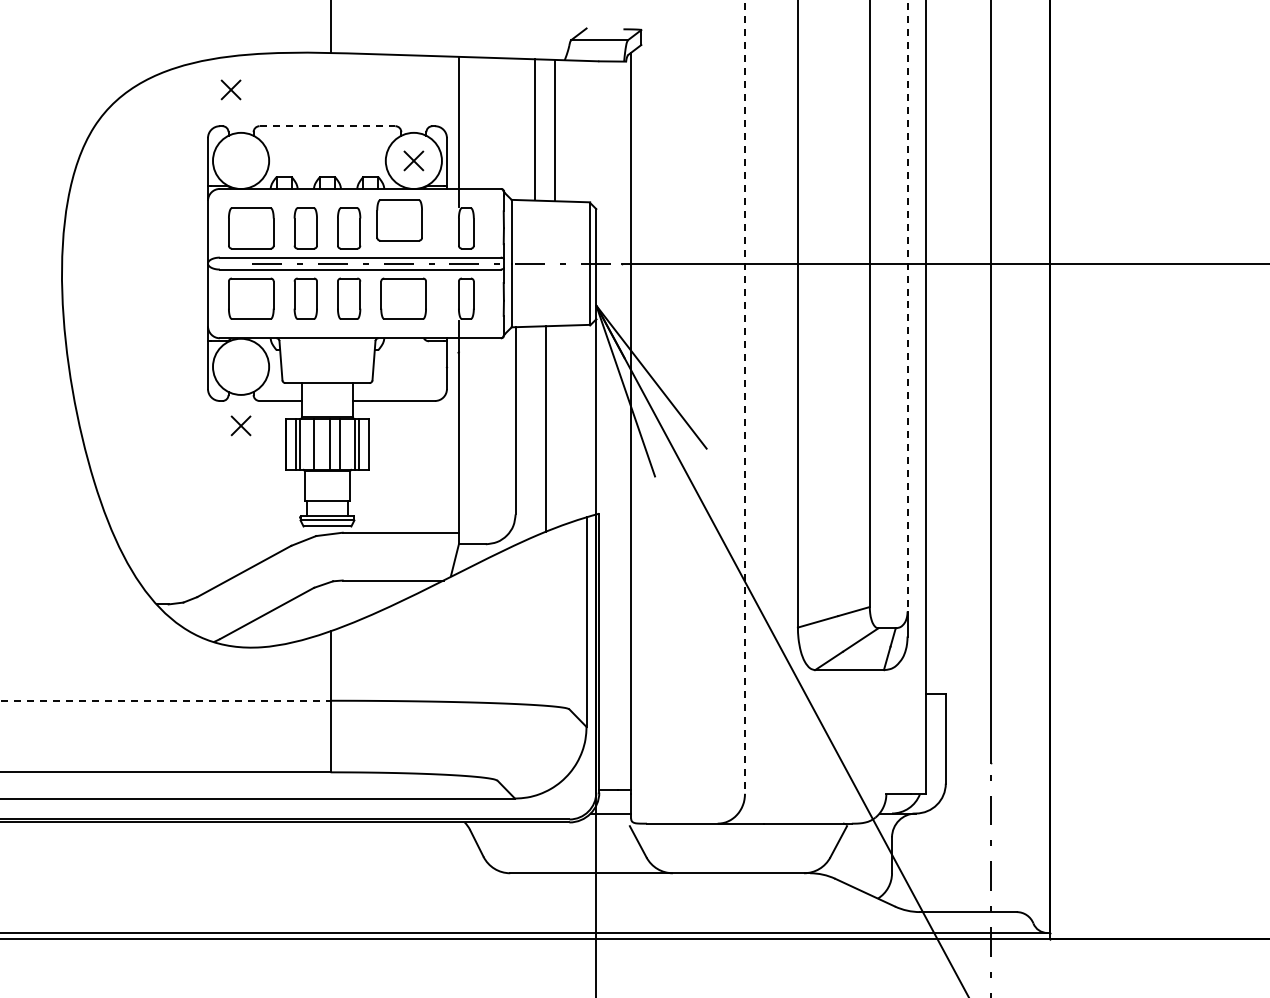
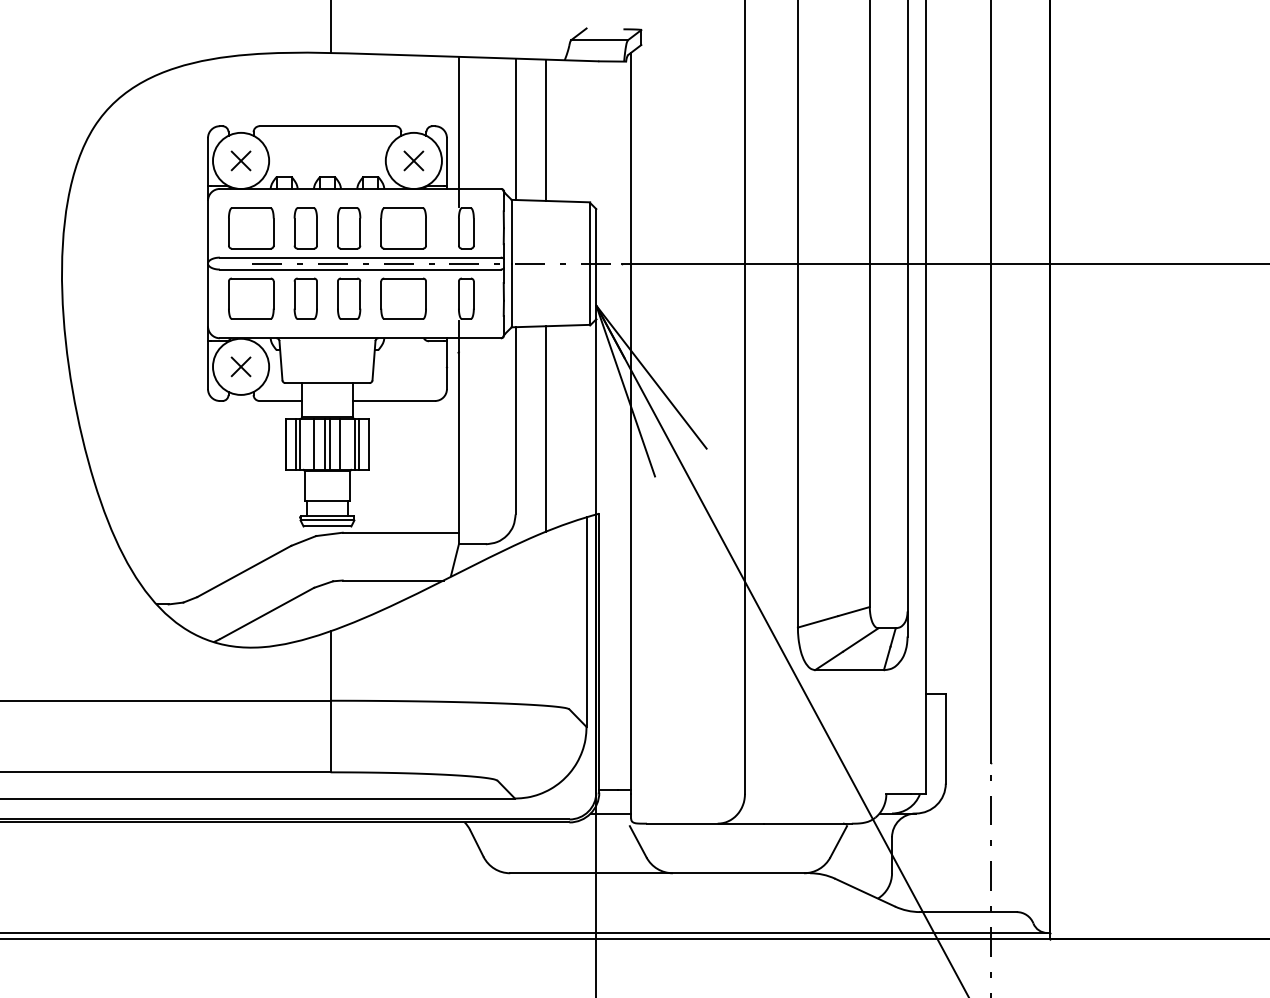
part at (230, 89) position: (230, 89) -> (240, 160)
line at (327, 126): dashed -> solid
line at (534, 129) position: (534, 129) -> (515, 129)
line at (554, 130) position: (554, 130) -> (545, 130)
part at (399, 220) position: (399, 220) -> (403, 228)
line at (907, 306): dashed -> solid
line at (745, 396): dashed -> solid
part at (240, 425) position: (240, 425) -> (240, 366)
line at (324, 443): none -> present
line at (165, 700): dashed -> solid
